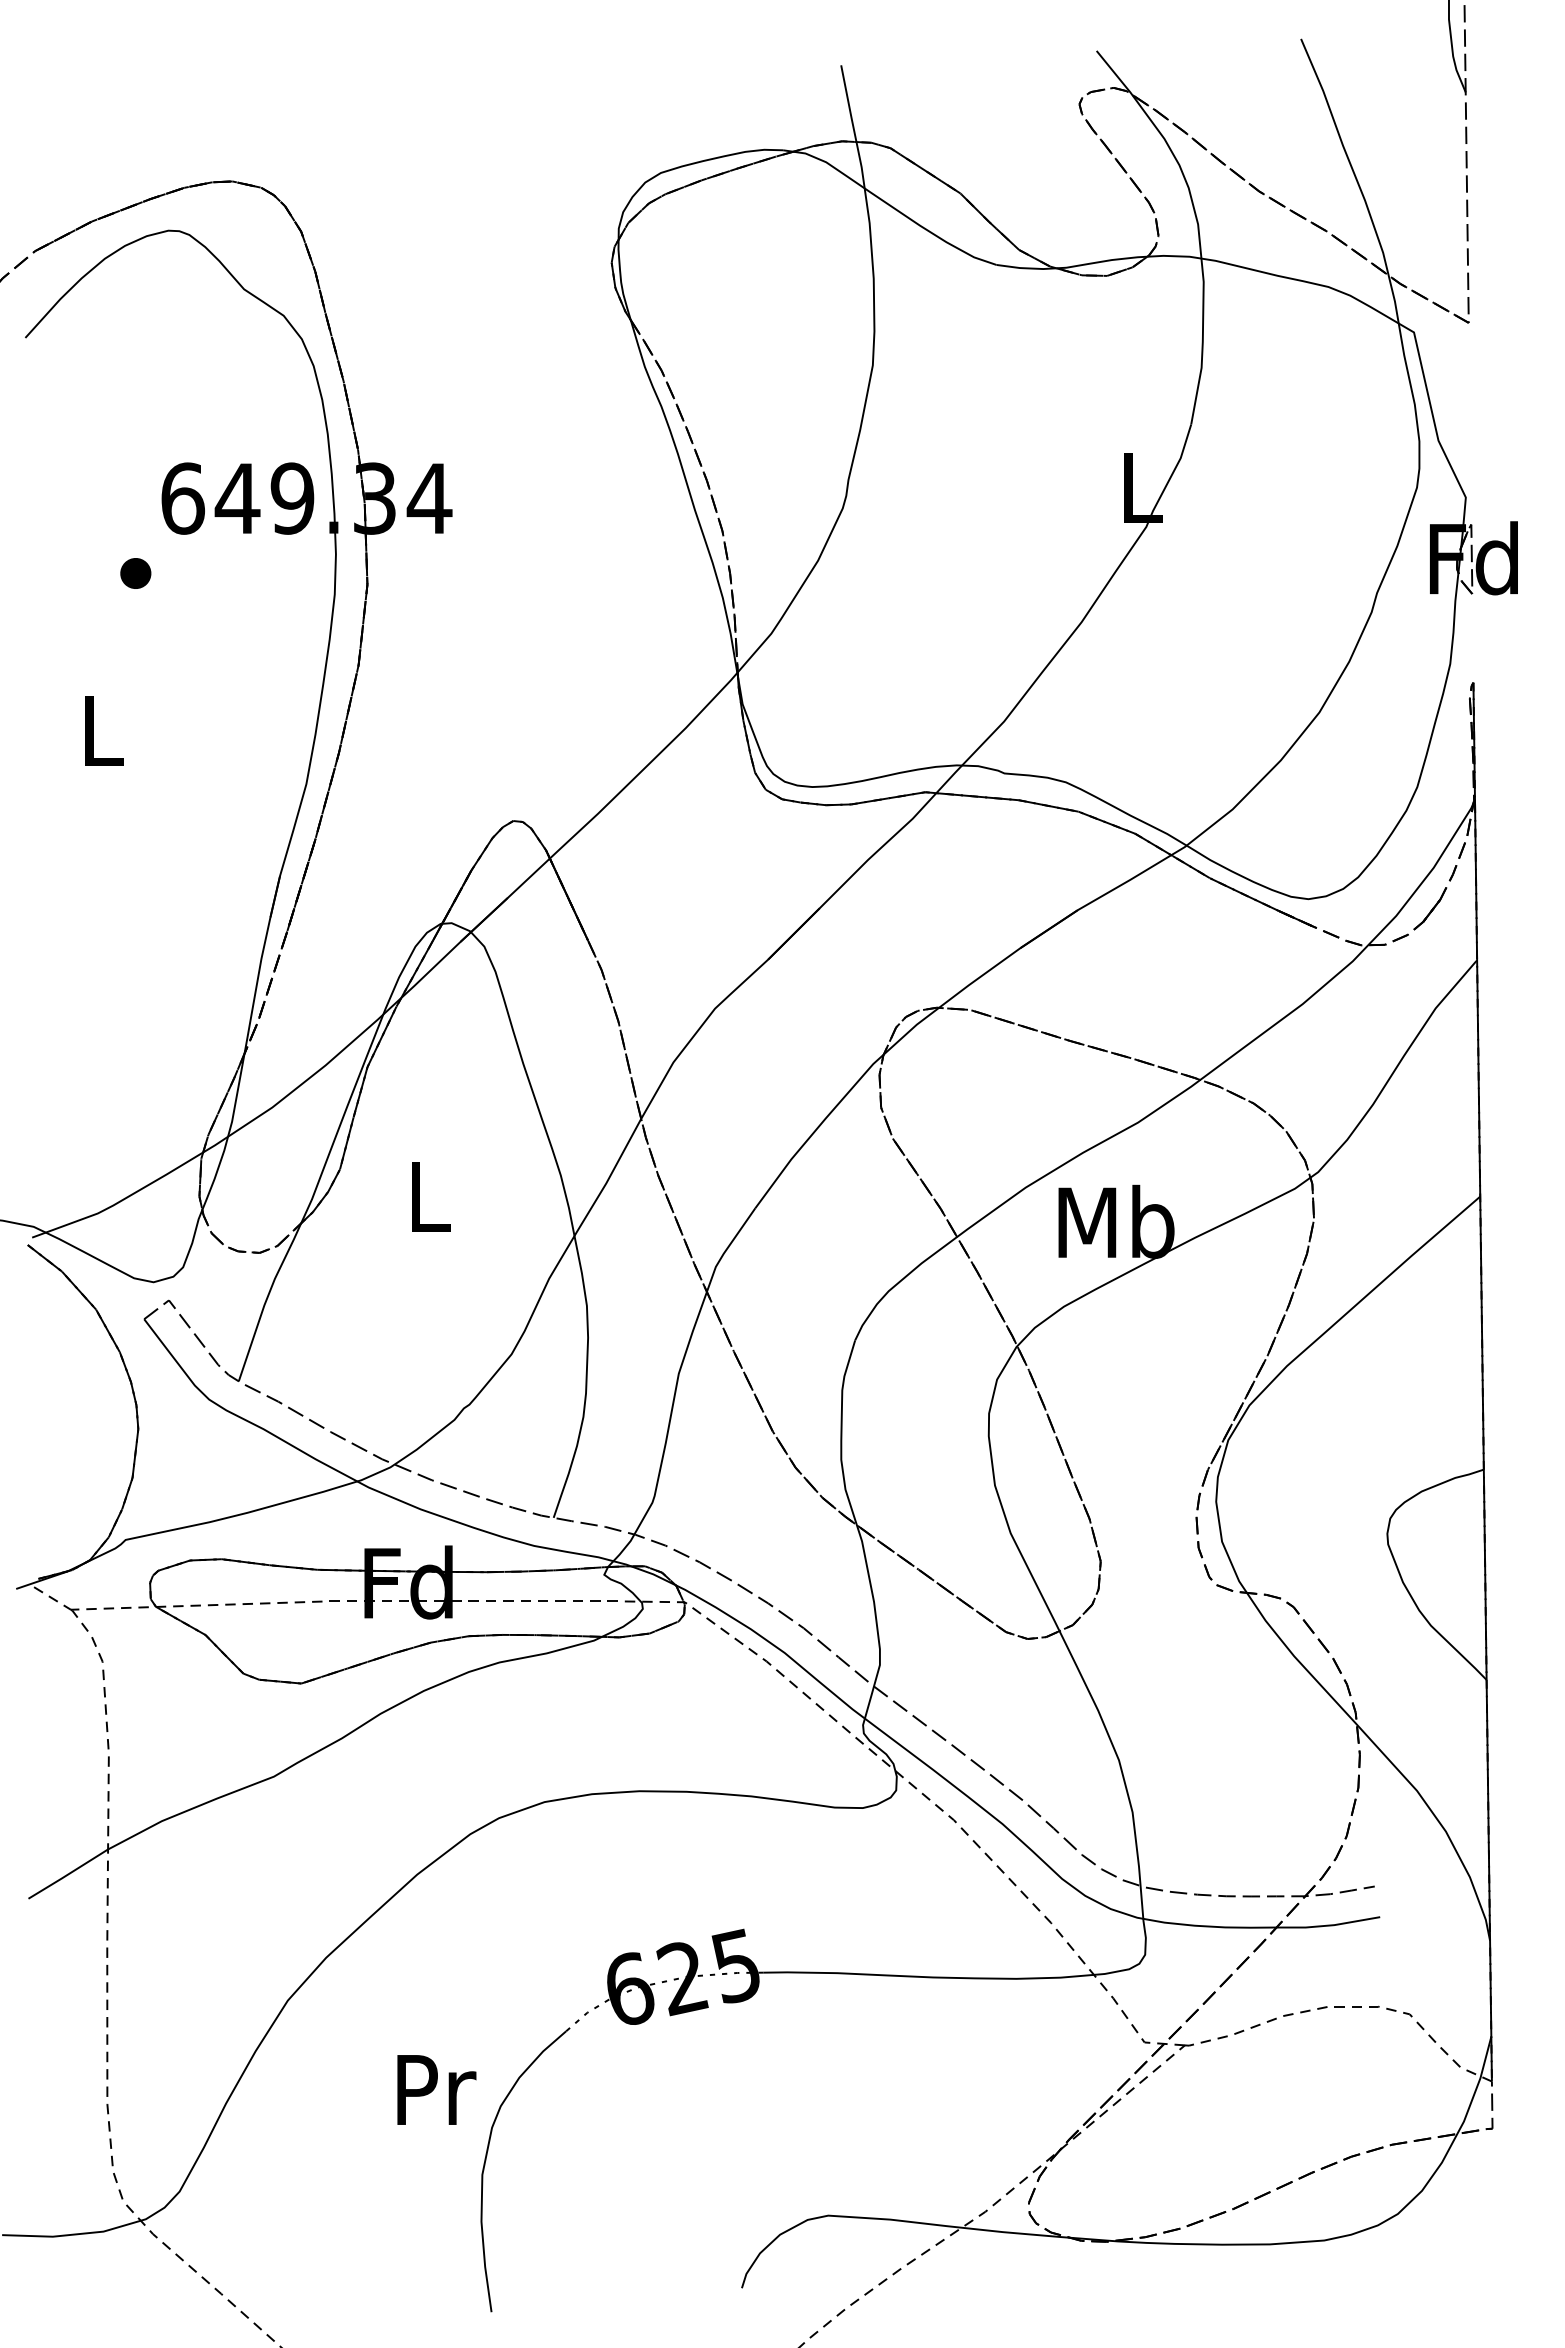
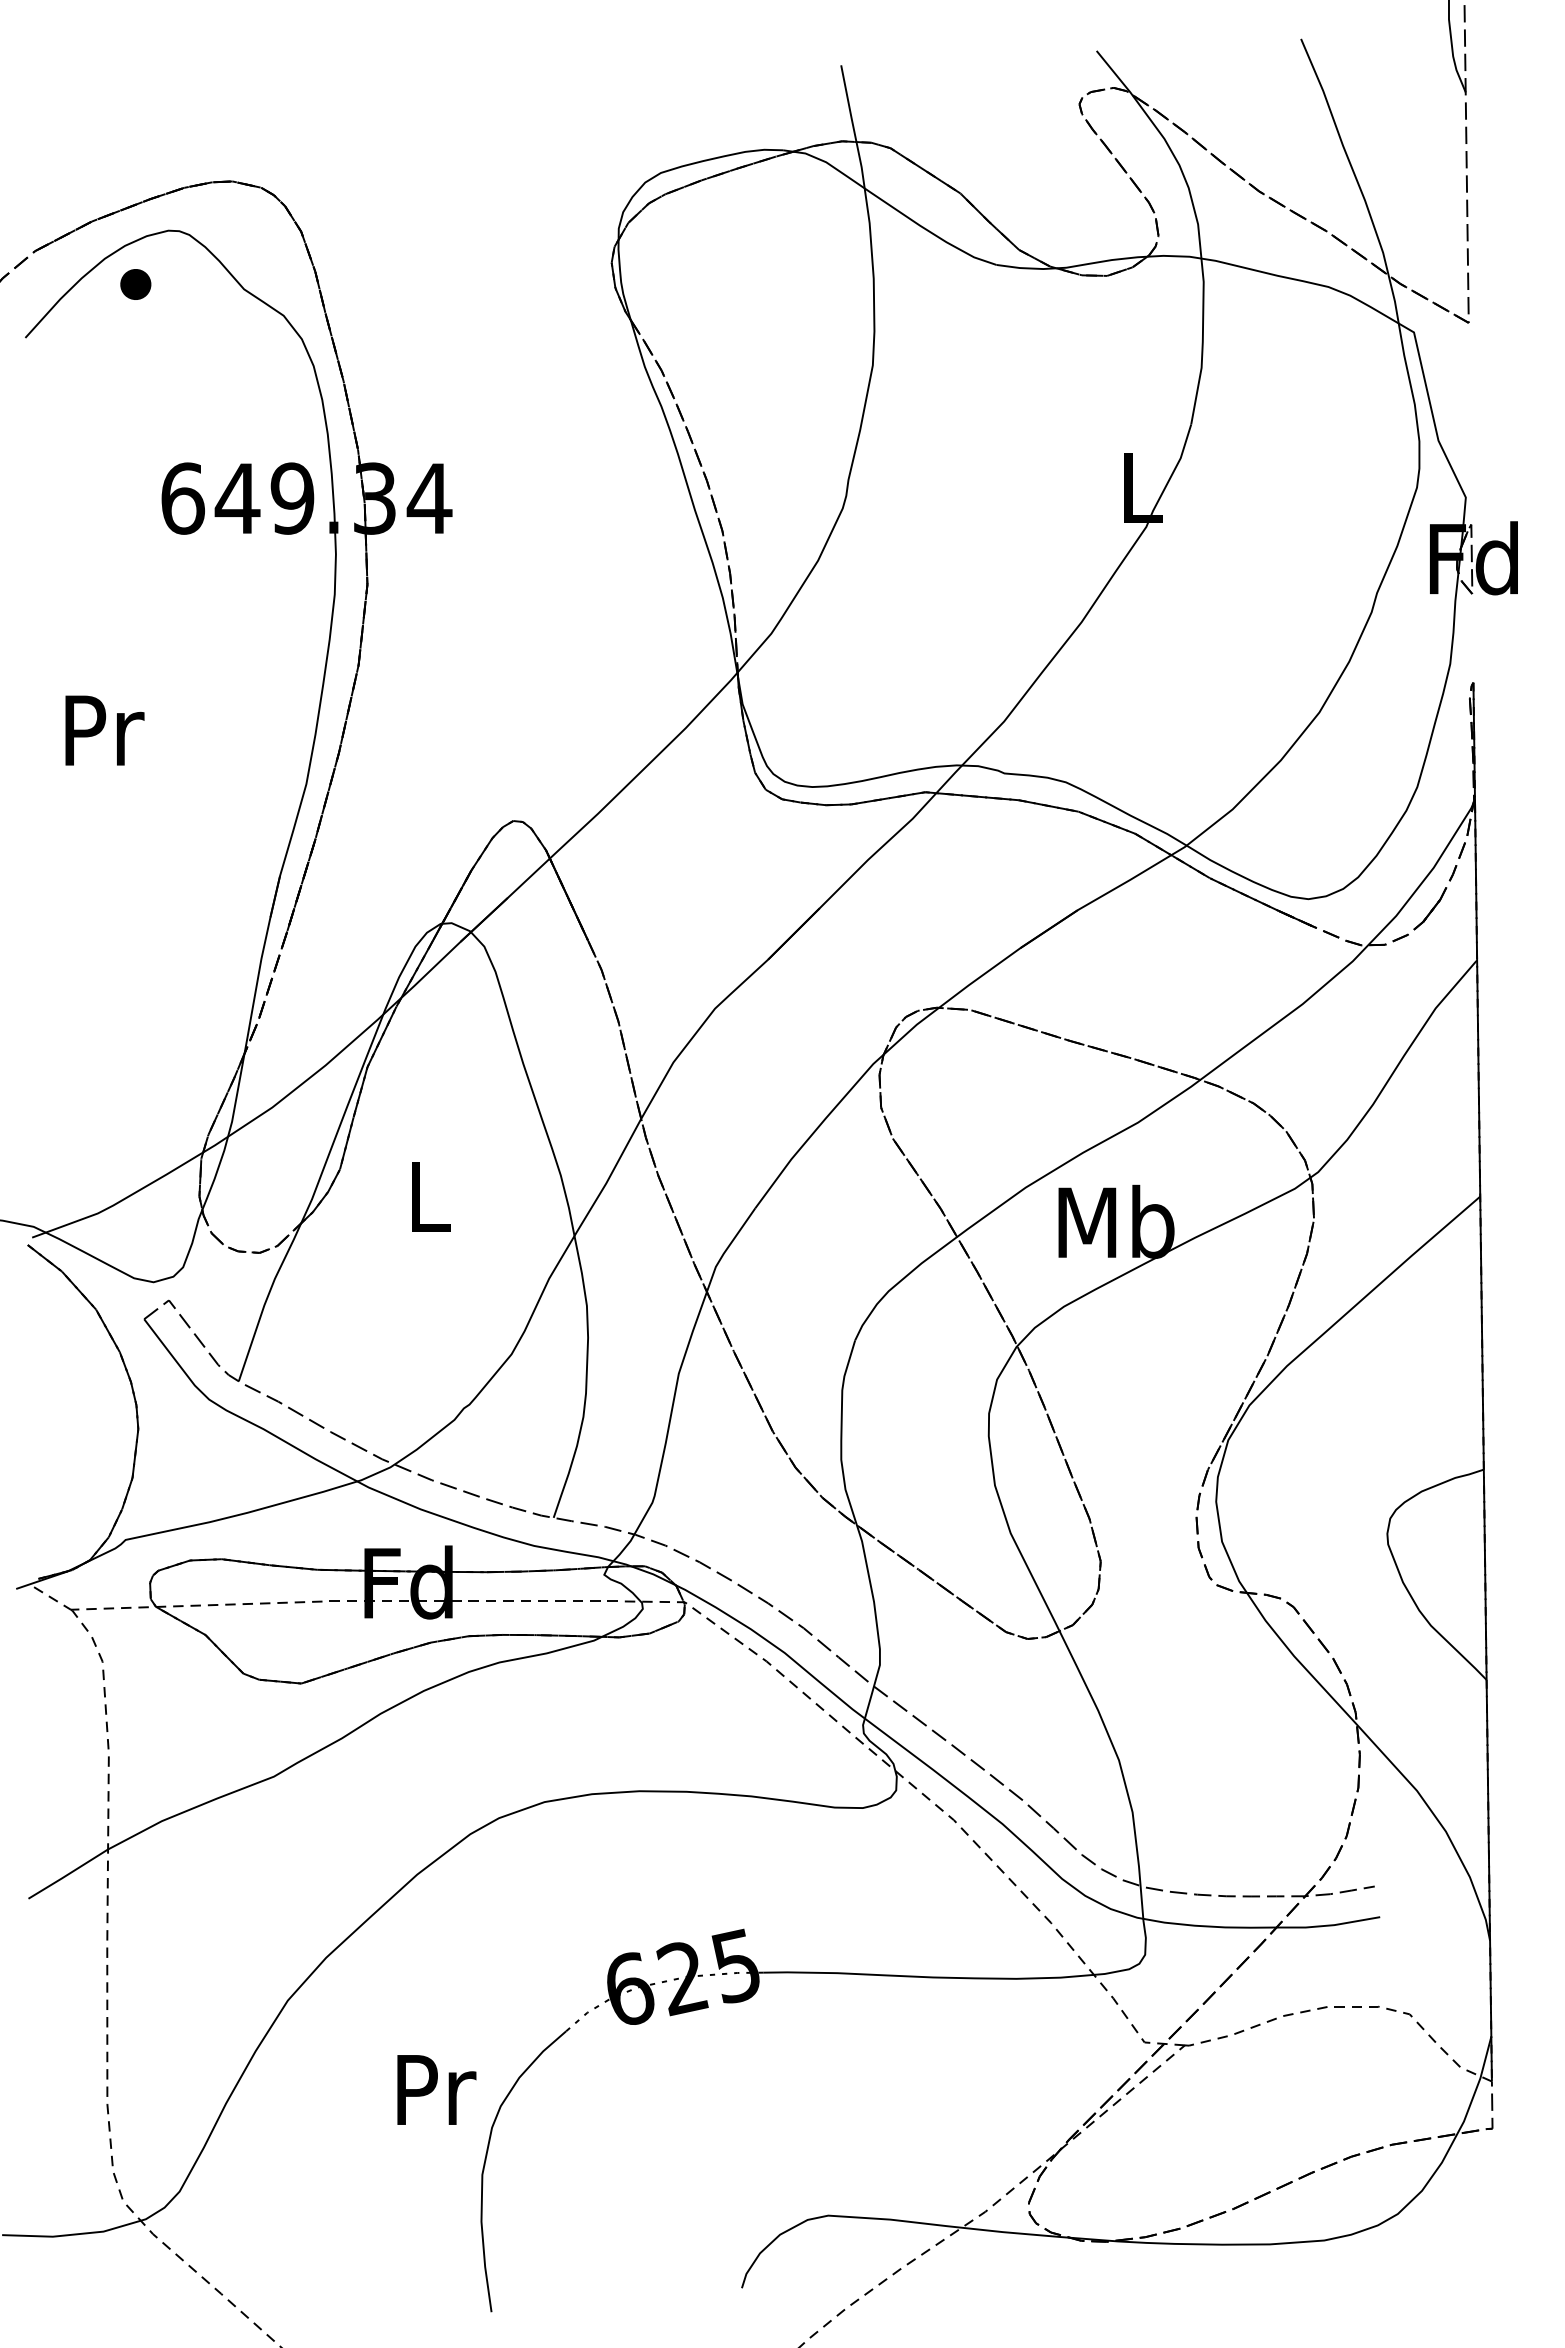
part at (135, 573) position: (135, 573) -> (135, 284)
text at (104, 730): L -> Pr
